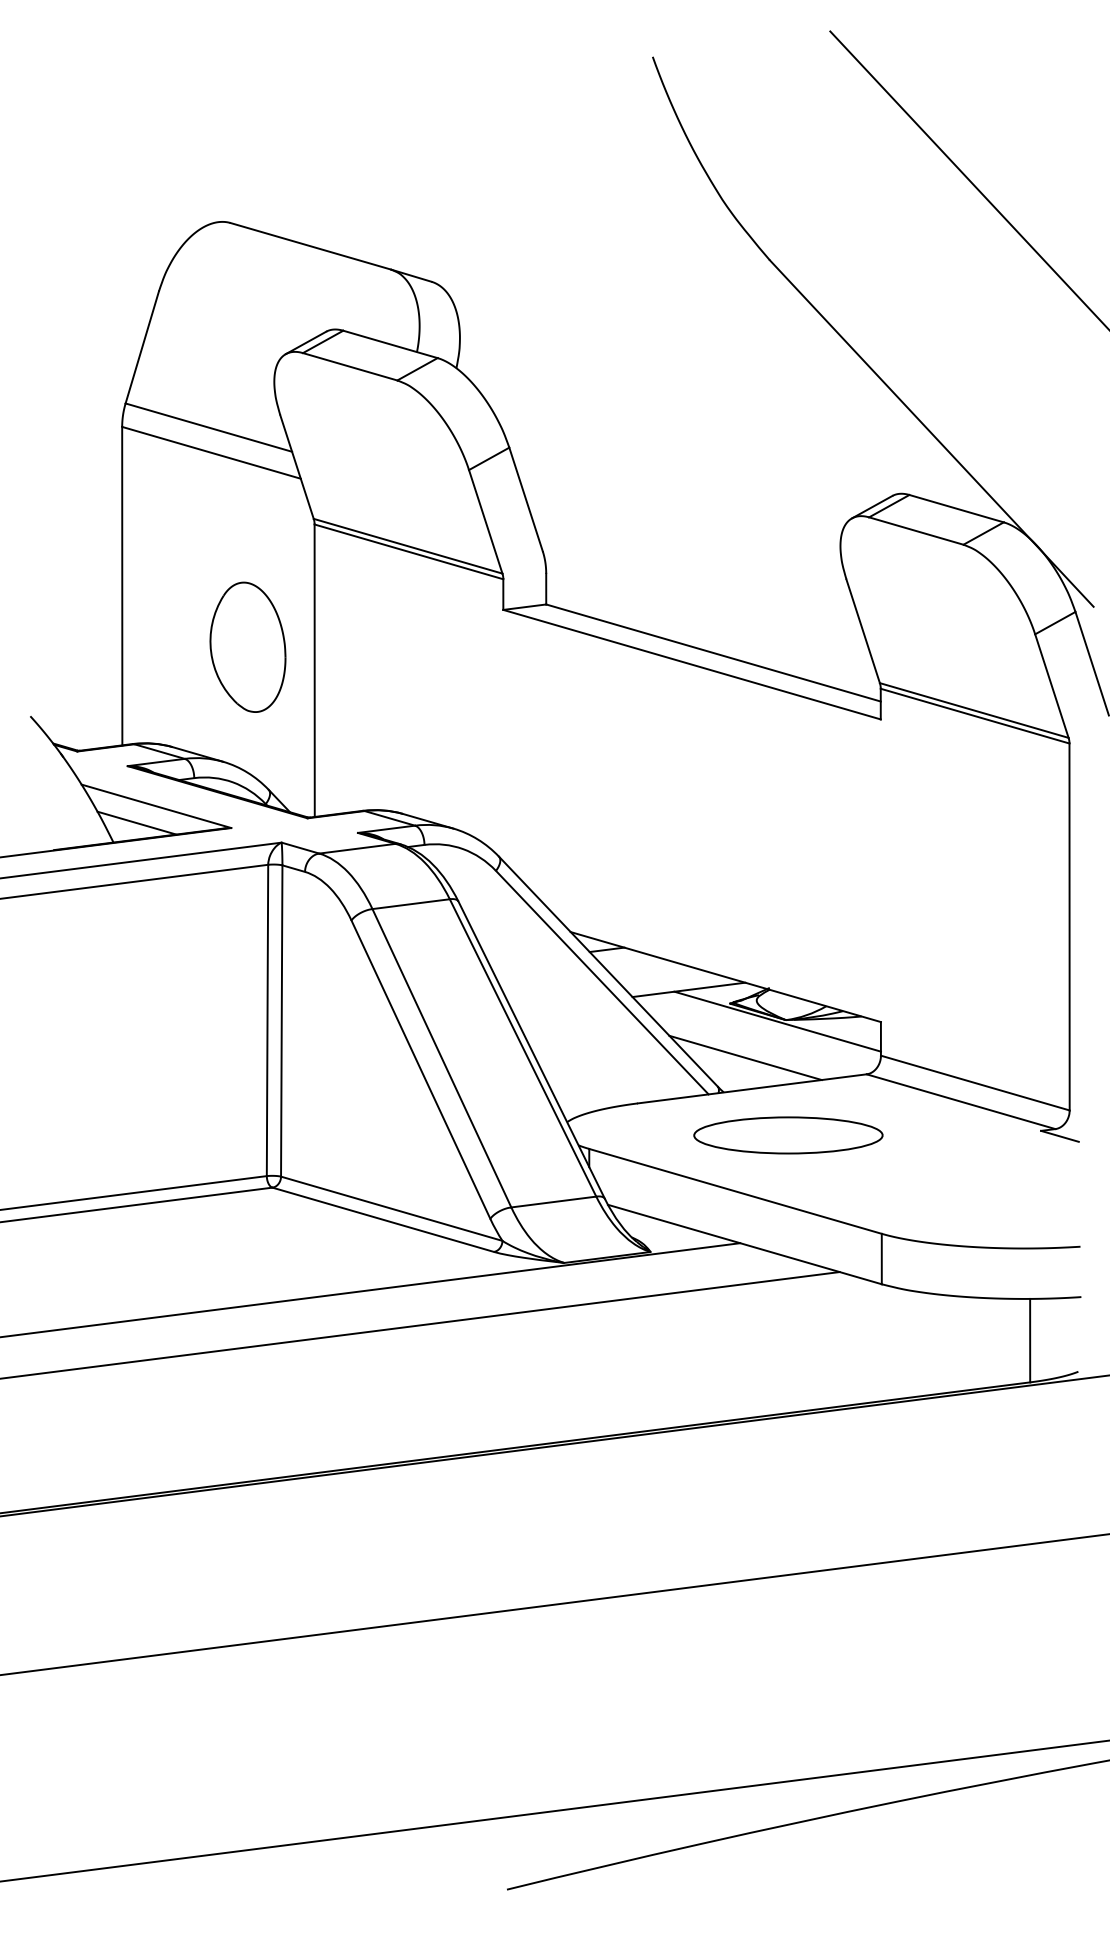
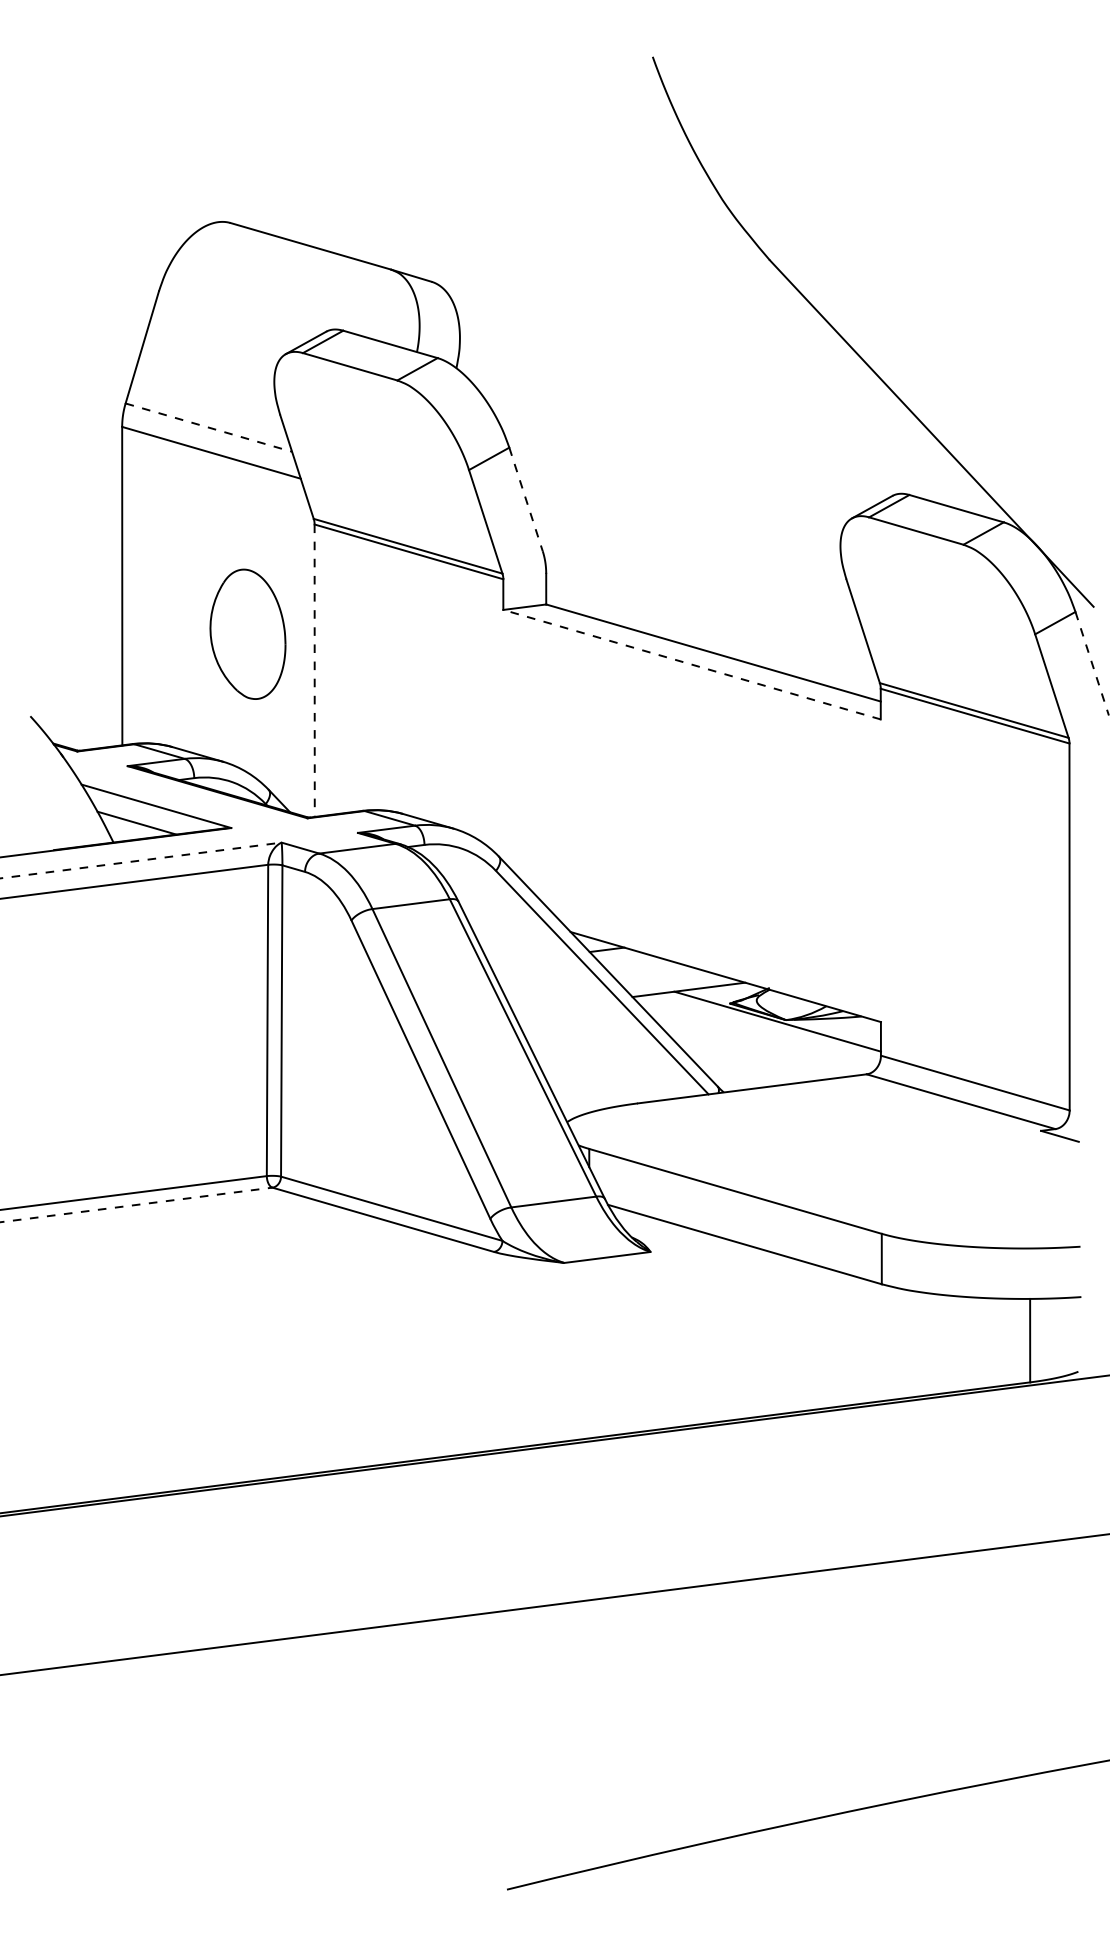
line at (968, 179): present -> none
line at (208, 427): solid -> dashed
line at (526, 499): solid -> dashed
part at (247, 646) position: (247, 646) -> (247, 633)
line at (691, 664): solid -> dashed
line at (1092, 664): solid -> dashed
line at (314, 671): solid -> dashed
line at (140, 860): solid -> dashed
line at (745, 1057): present -> none
part at (788, 1135): present -> none
line at (136, 1204): solid -> dashed
line at (371, 1290): present -> none
line at (420, 1325): present -> none
line at (554, 1811): present -> none
